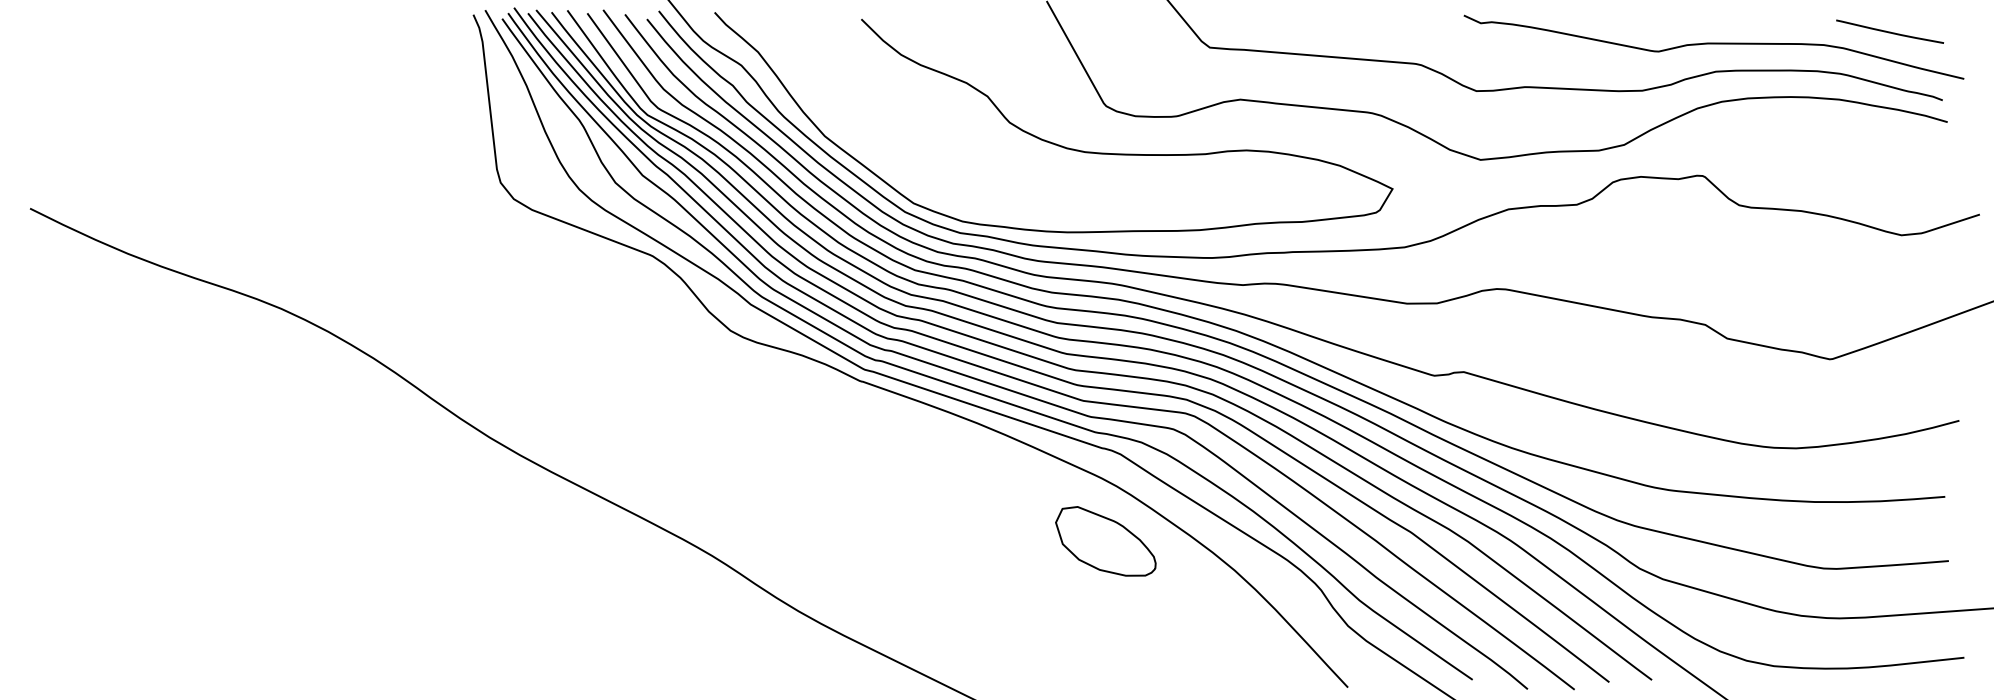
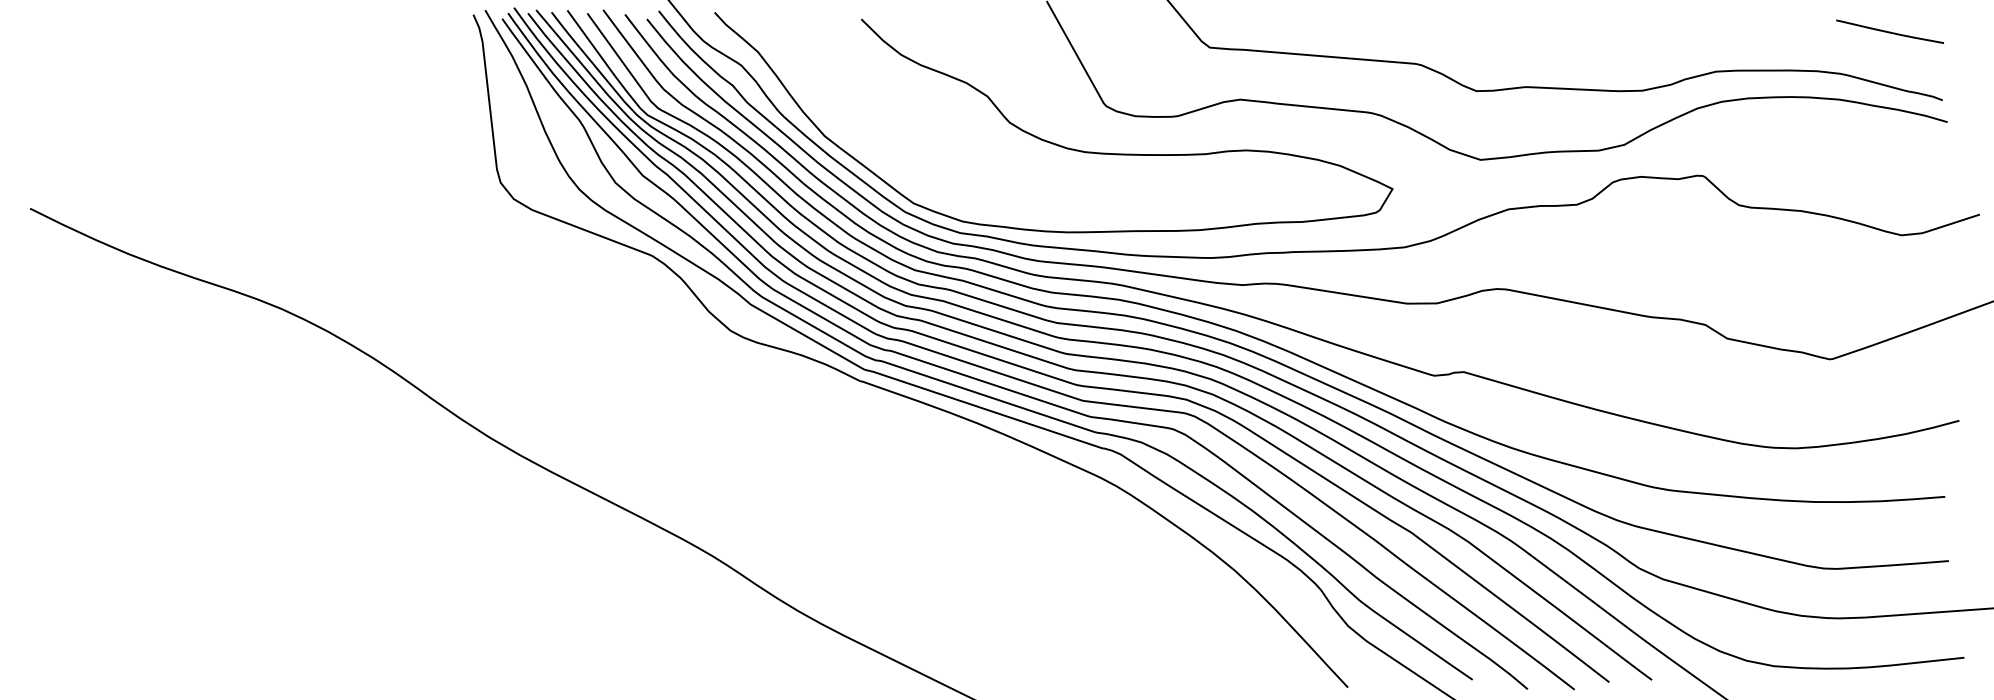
curve at (1713, 44): present -> none
part at (1105, 541): present -> none
